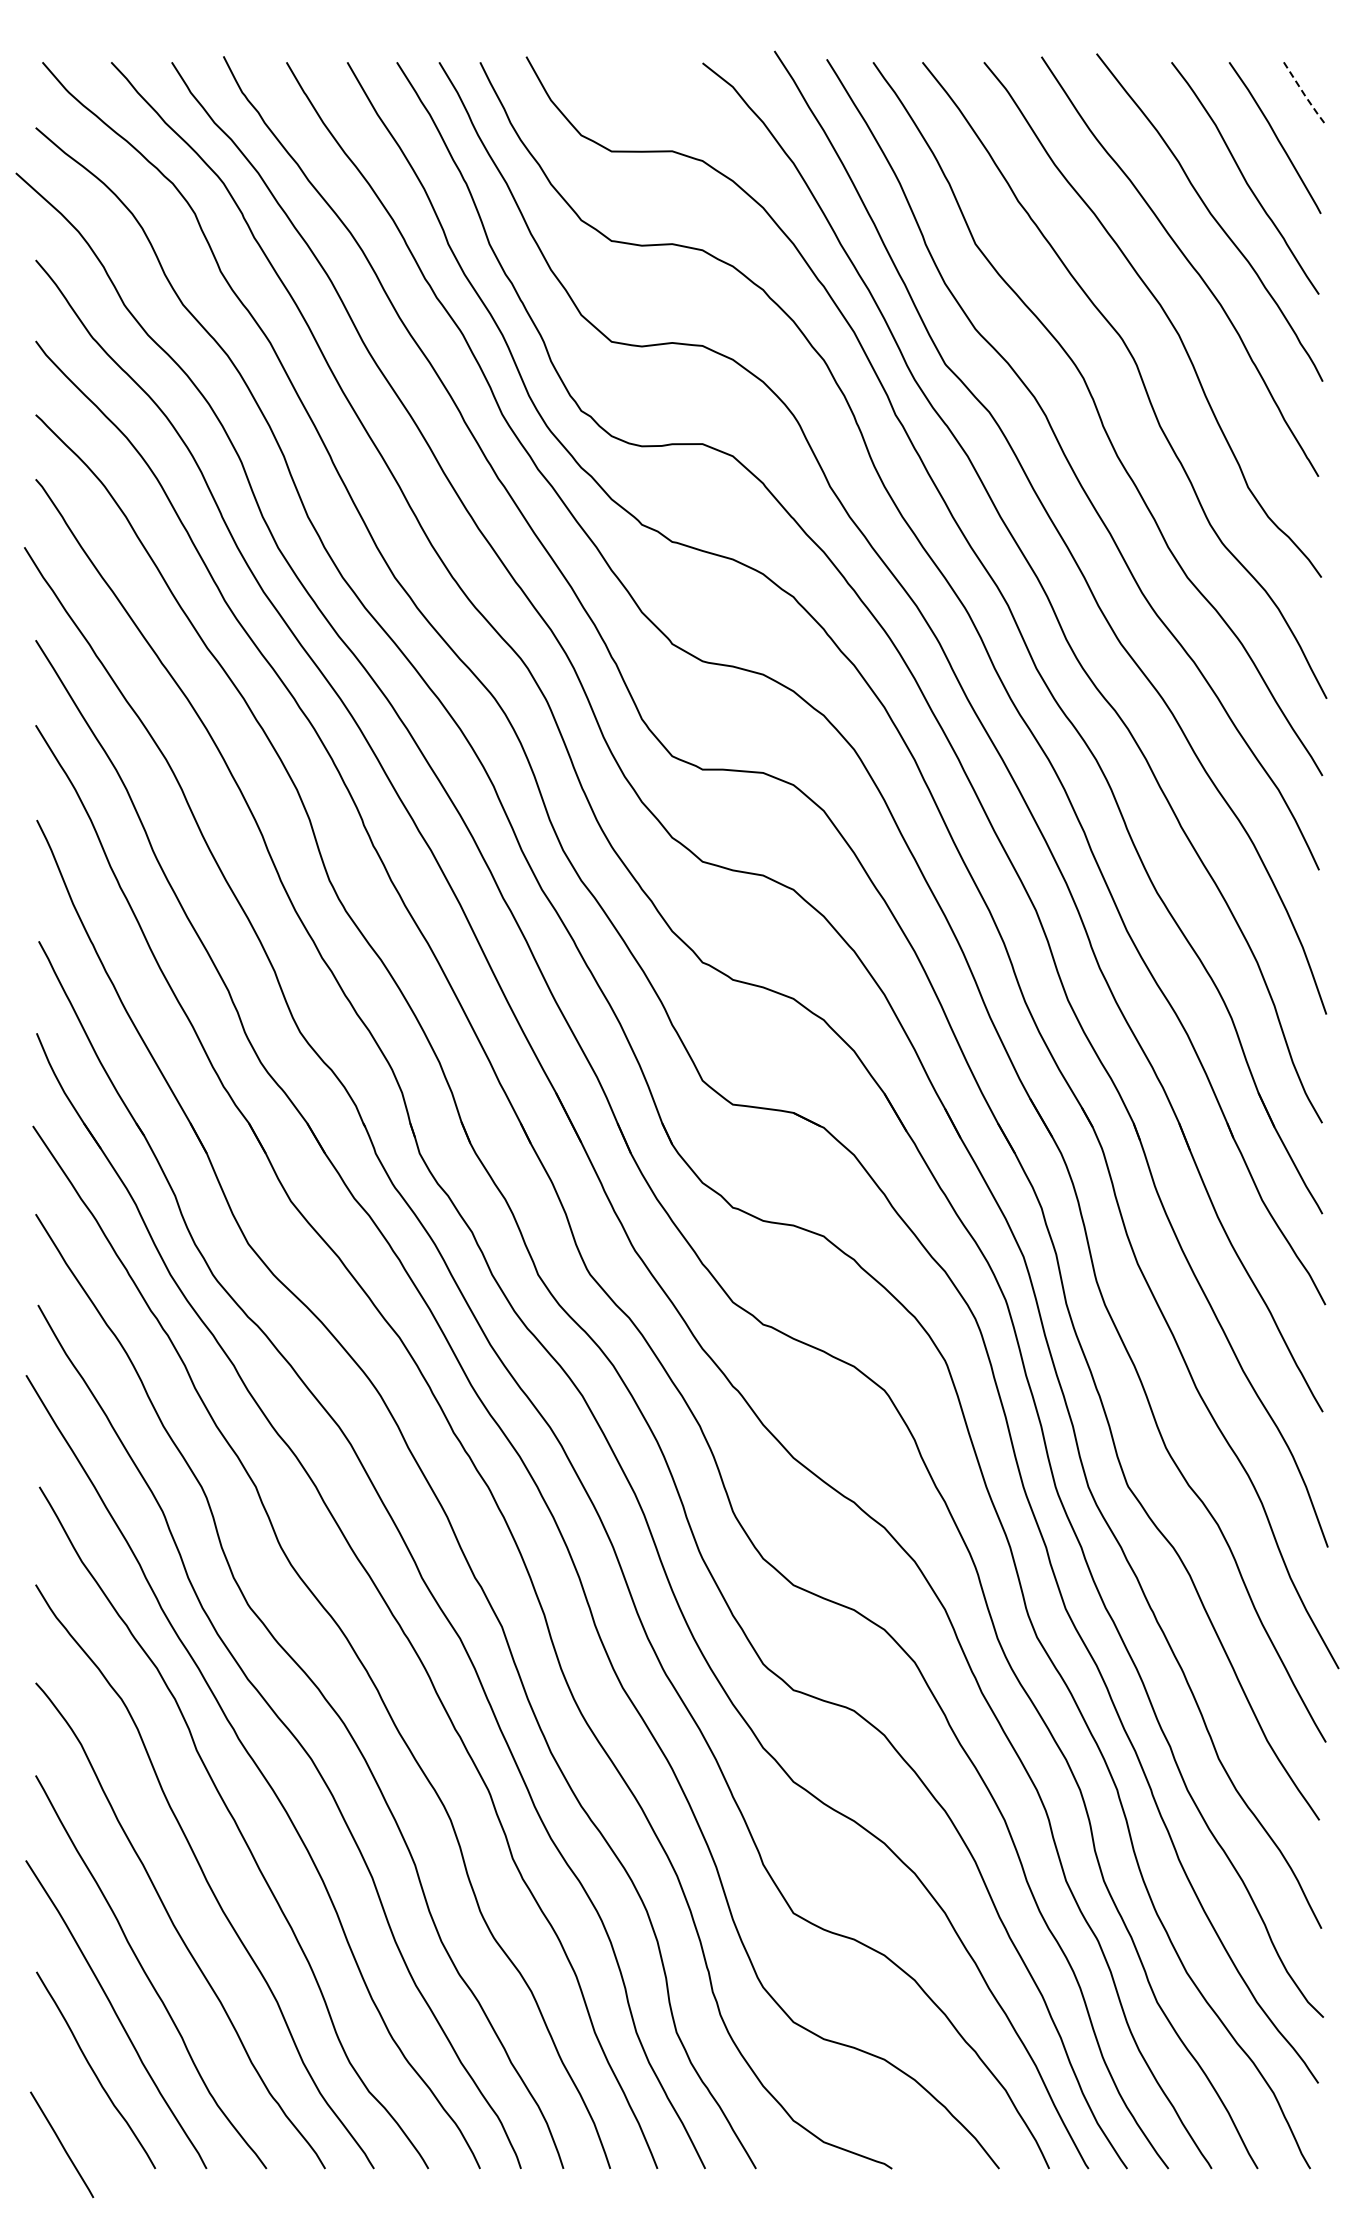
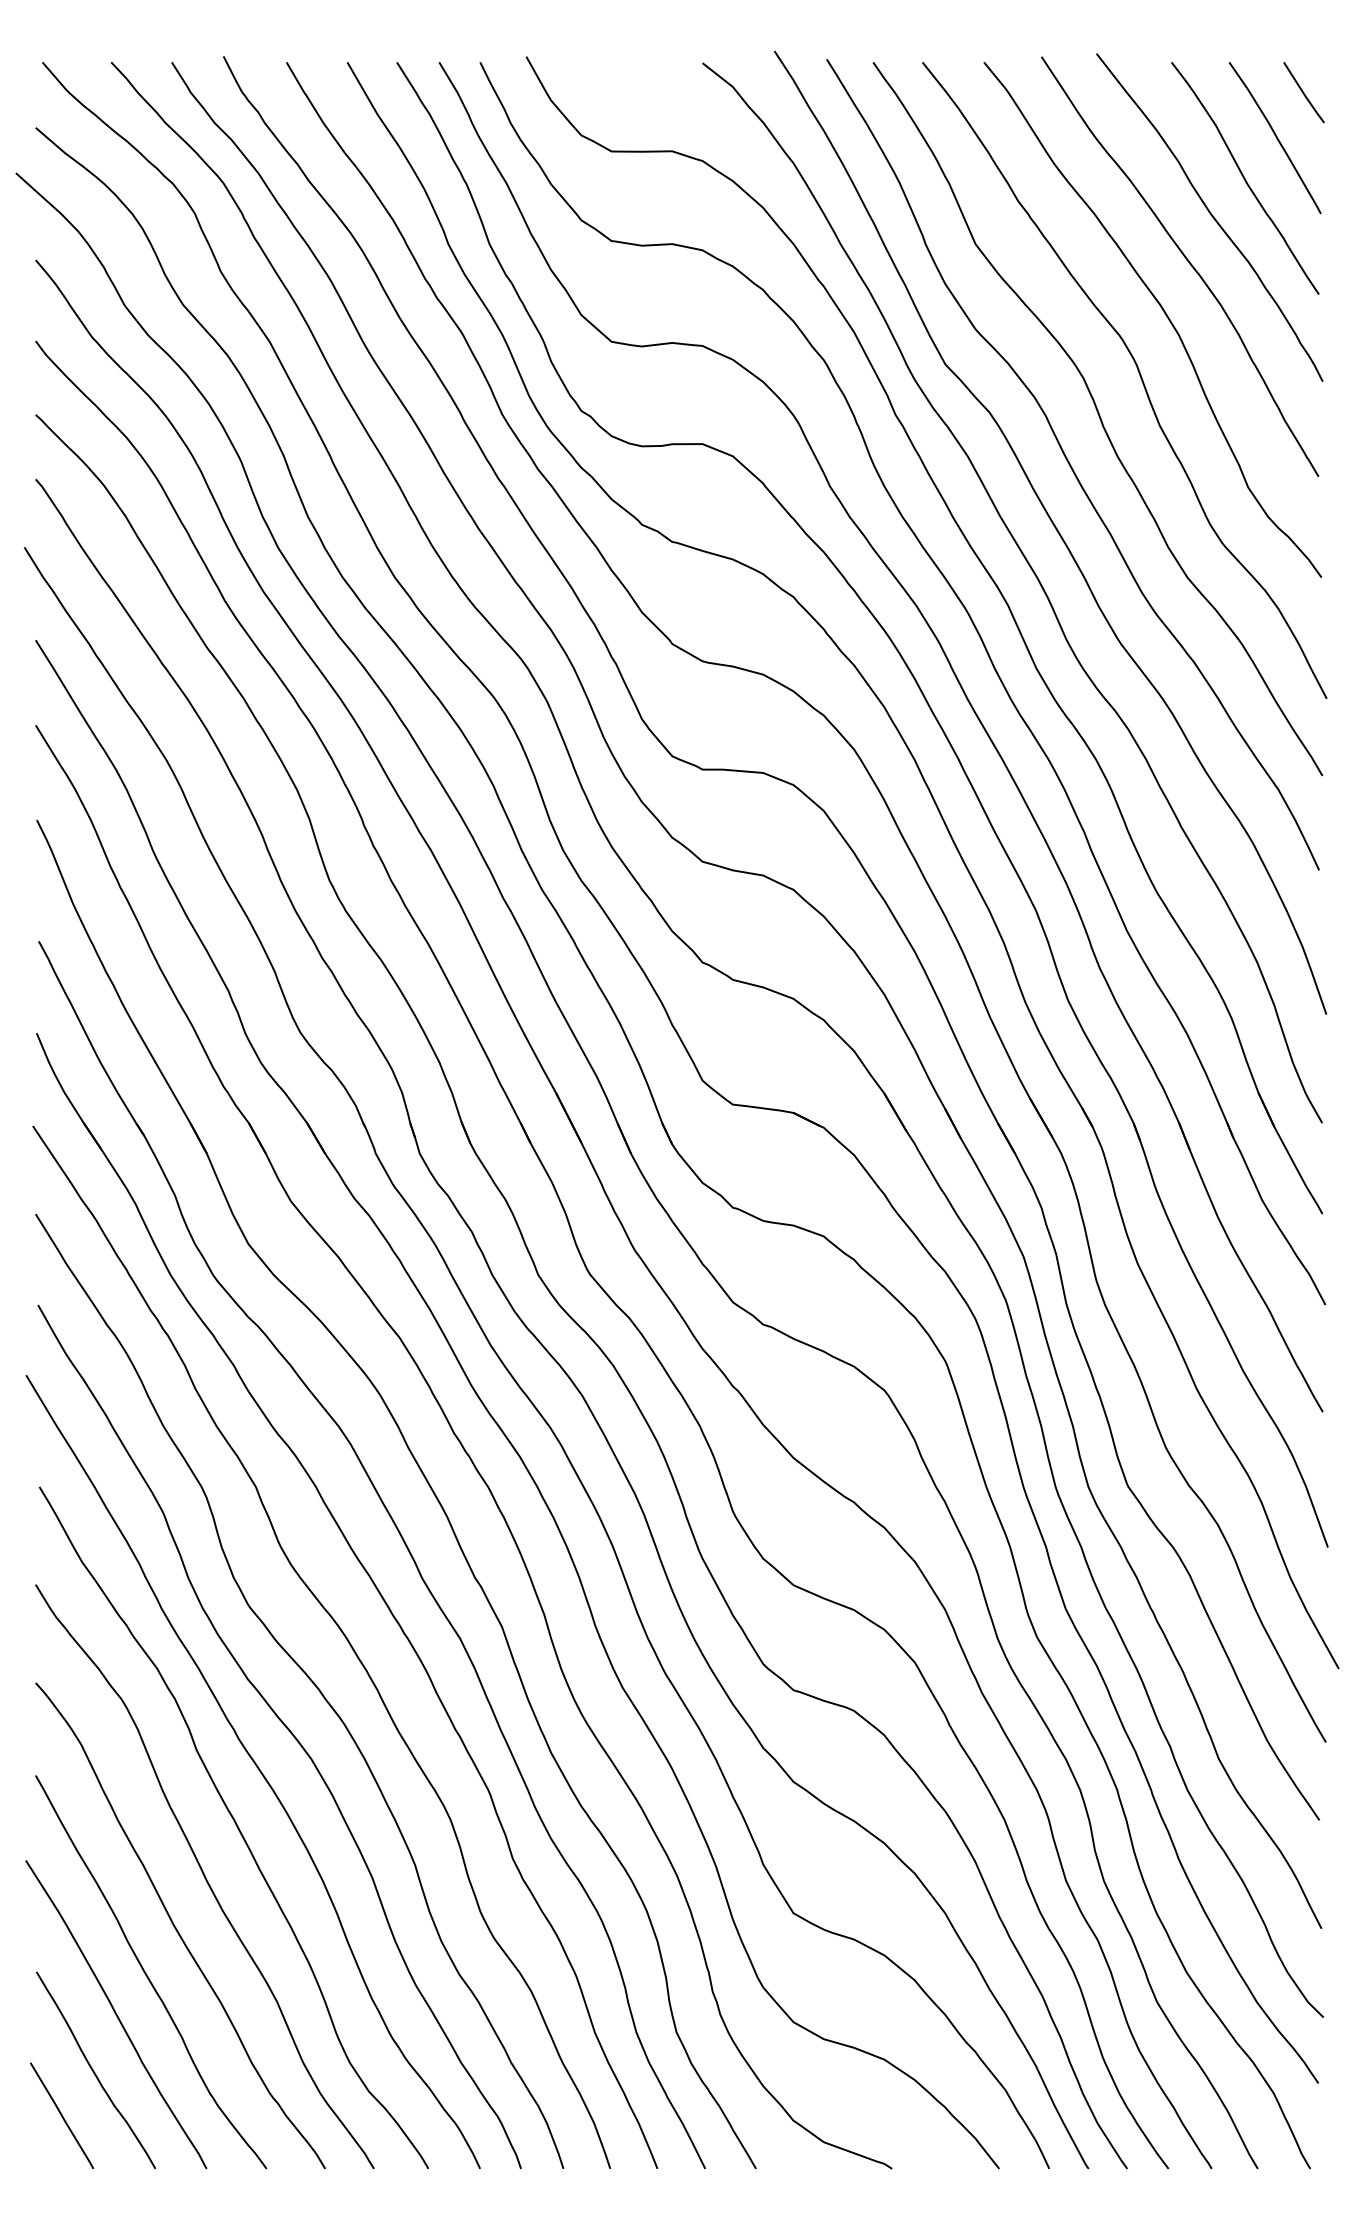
line at (1304, 94): dashed -> solid
line at (62, 2144) position: (62, 2144) -> (62, 2115)
